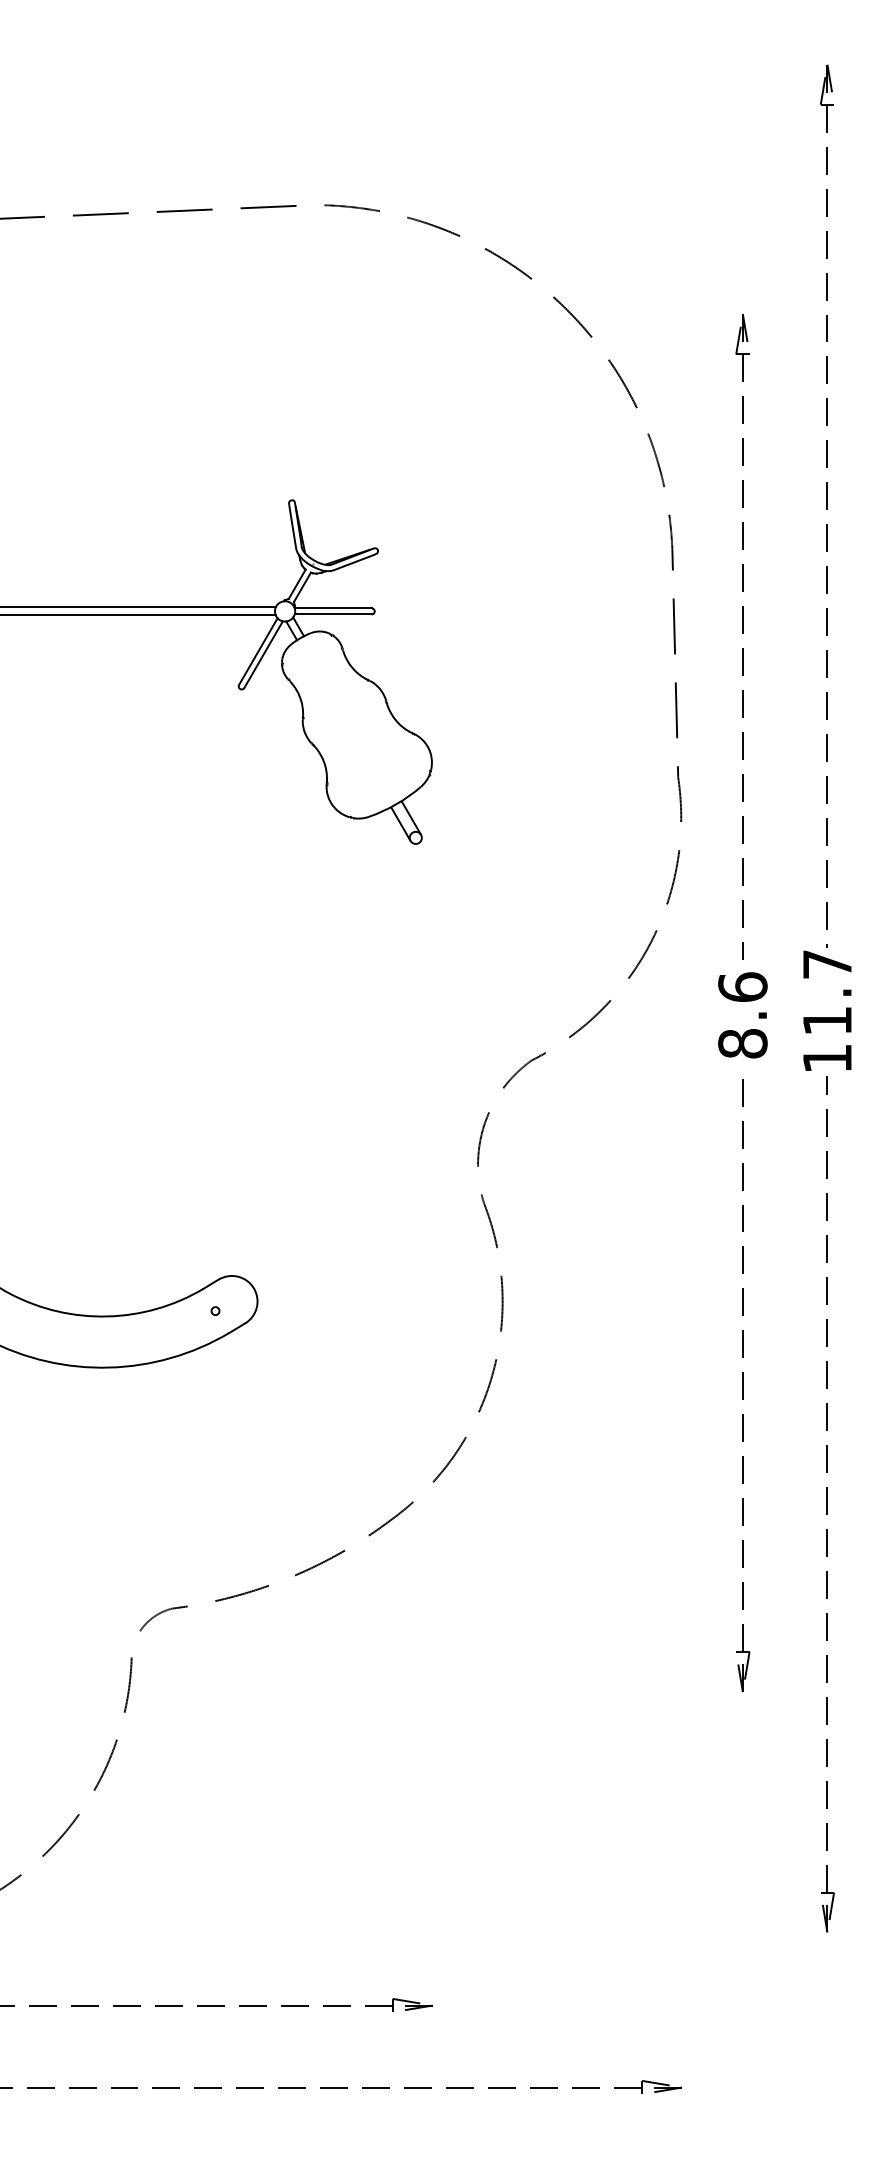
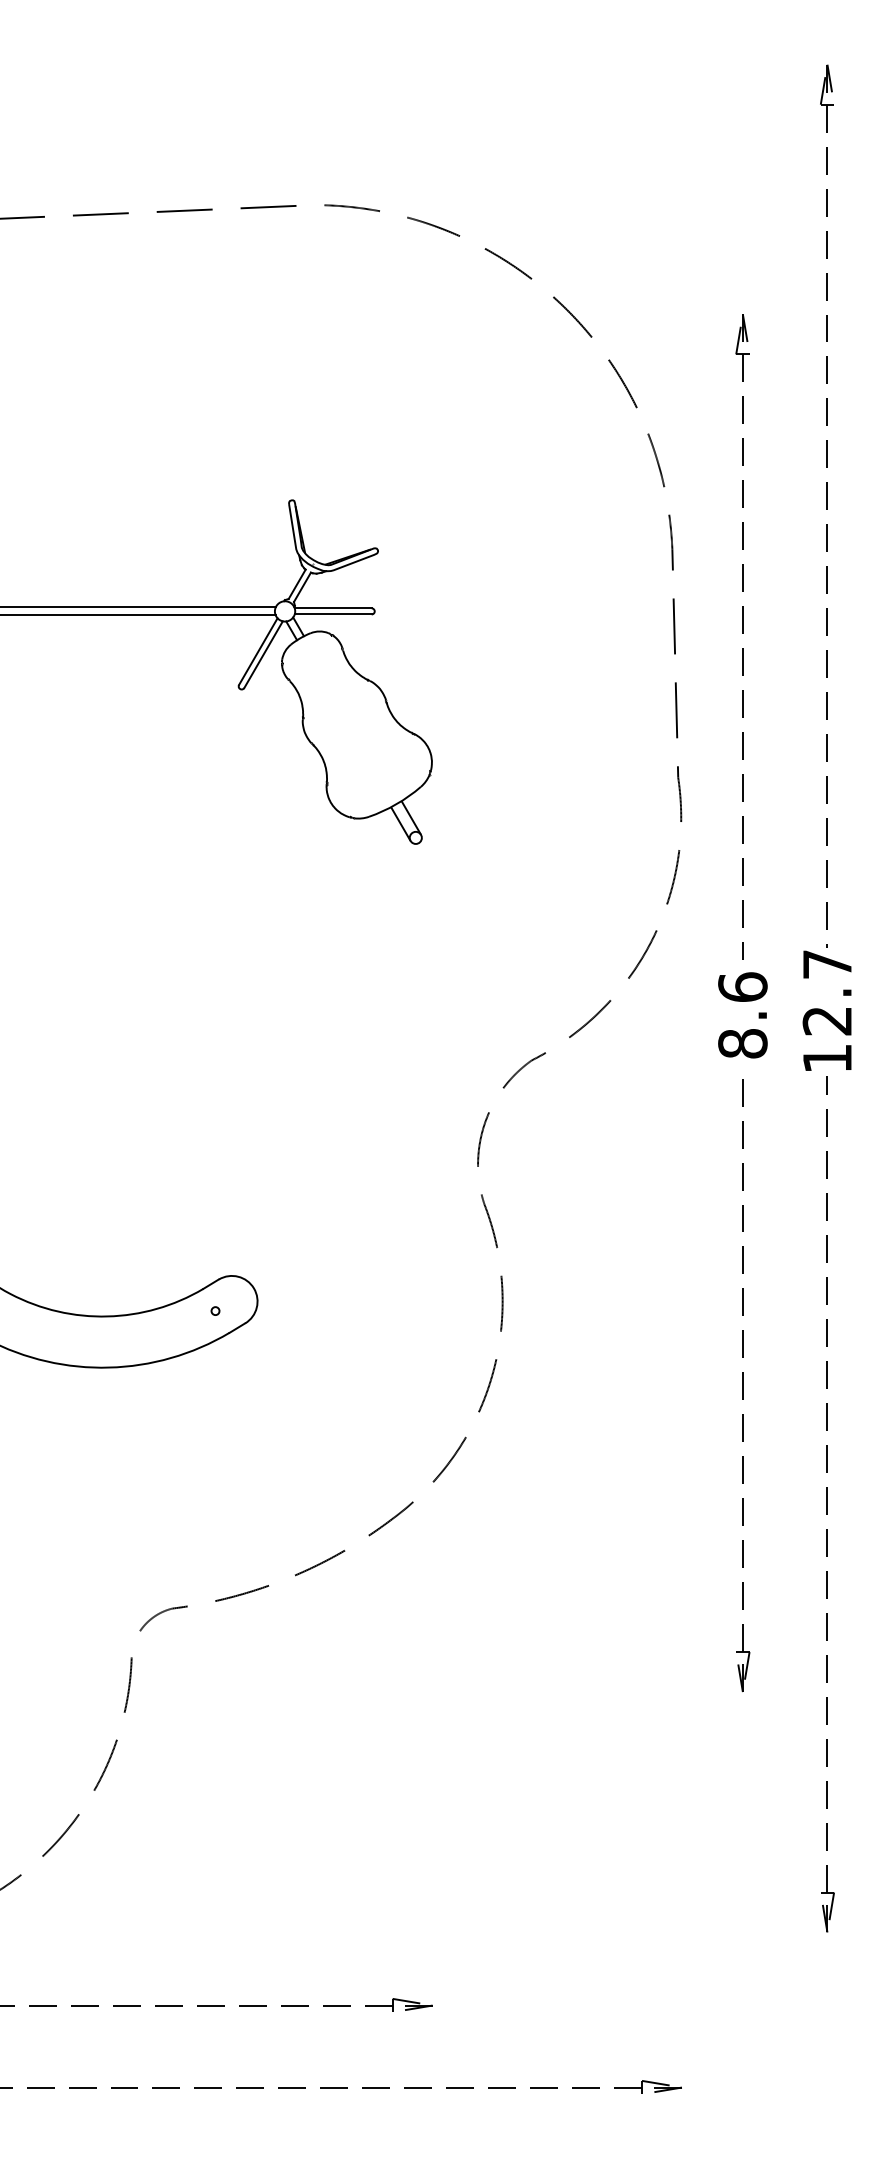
text at (826, 1021): 11.7 -> 12.7
